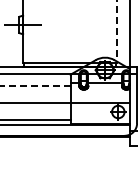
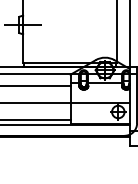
line at (117, 31): dashed -> solid
line at (35, 86): dashed -> solid
